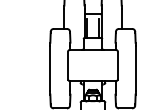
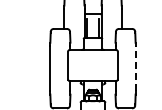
line at (135, 68): solid -> dashed
